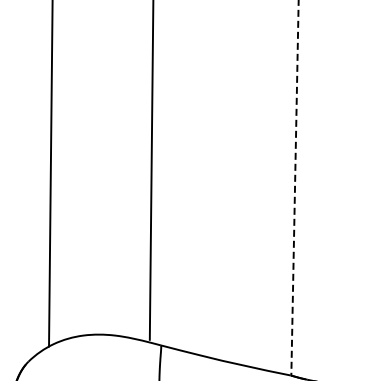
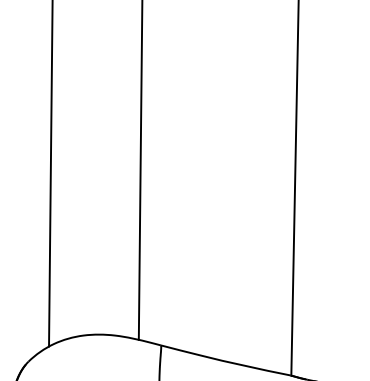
line at (151, 170) position: (151, 170) -> (140, 170)
line at (294, 188): dashed -> solid
